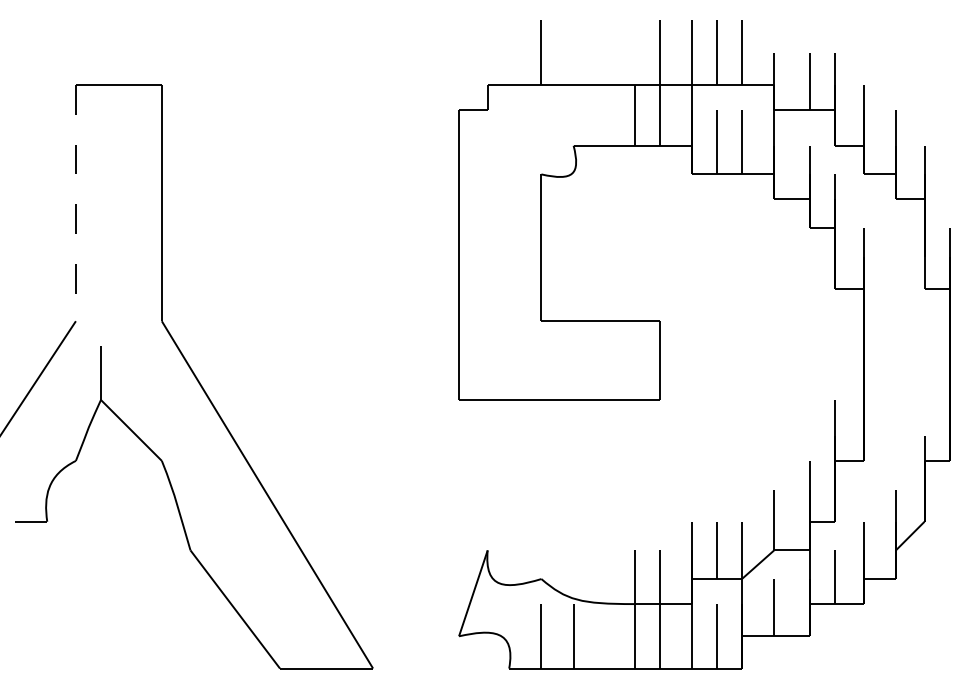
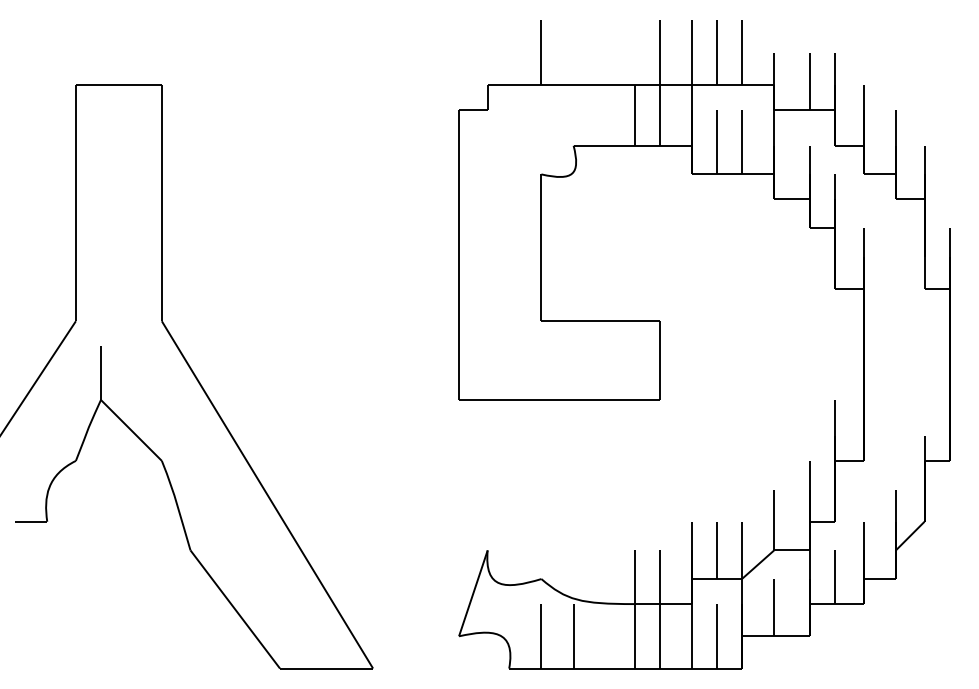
line at (75, 203): dashed -> solid
